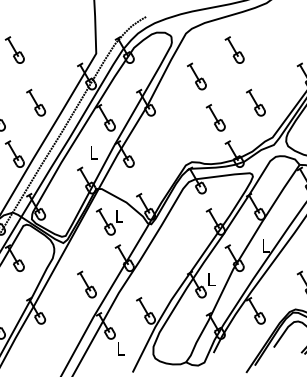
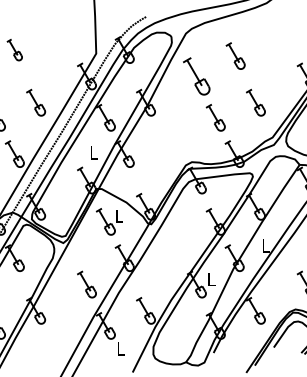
part at (14, 49) size: 21x28 px -> 17x23 px
part at (234, 49) position: (234, 49) -> (235, 55)
part at (196, 76) size: 20x29 px -> 28x39 px
